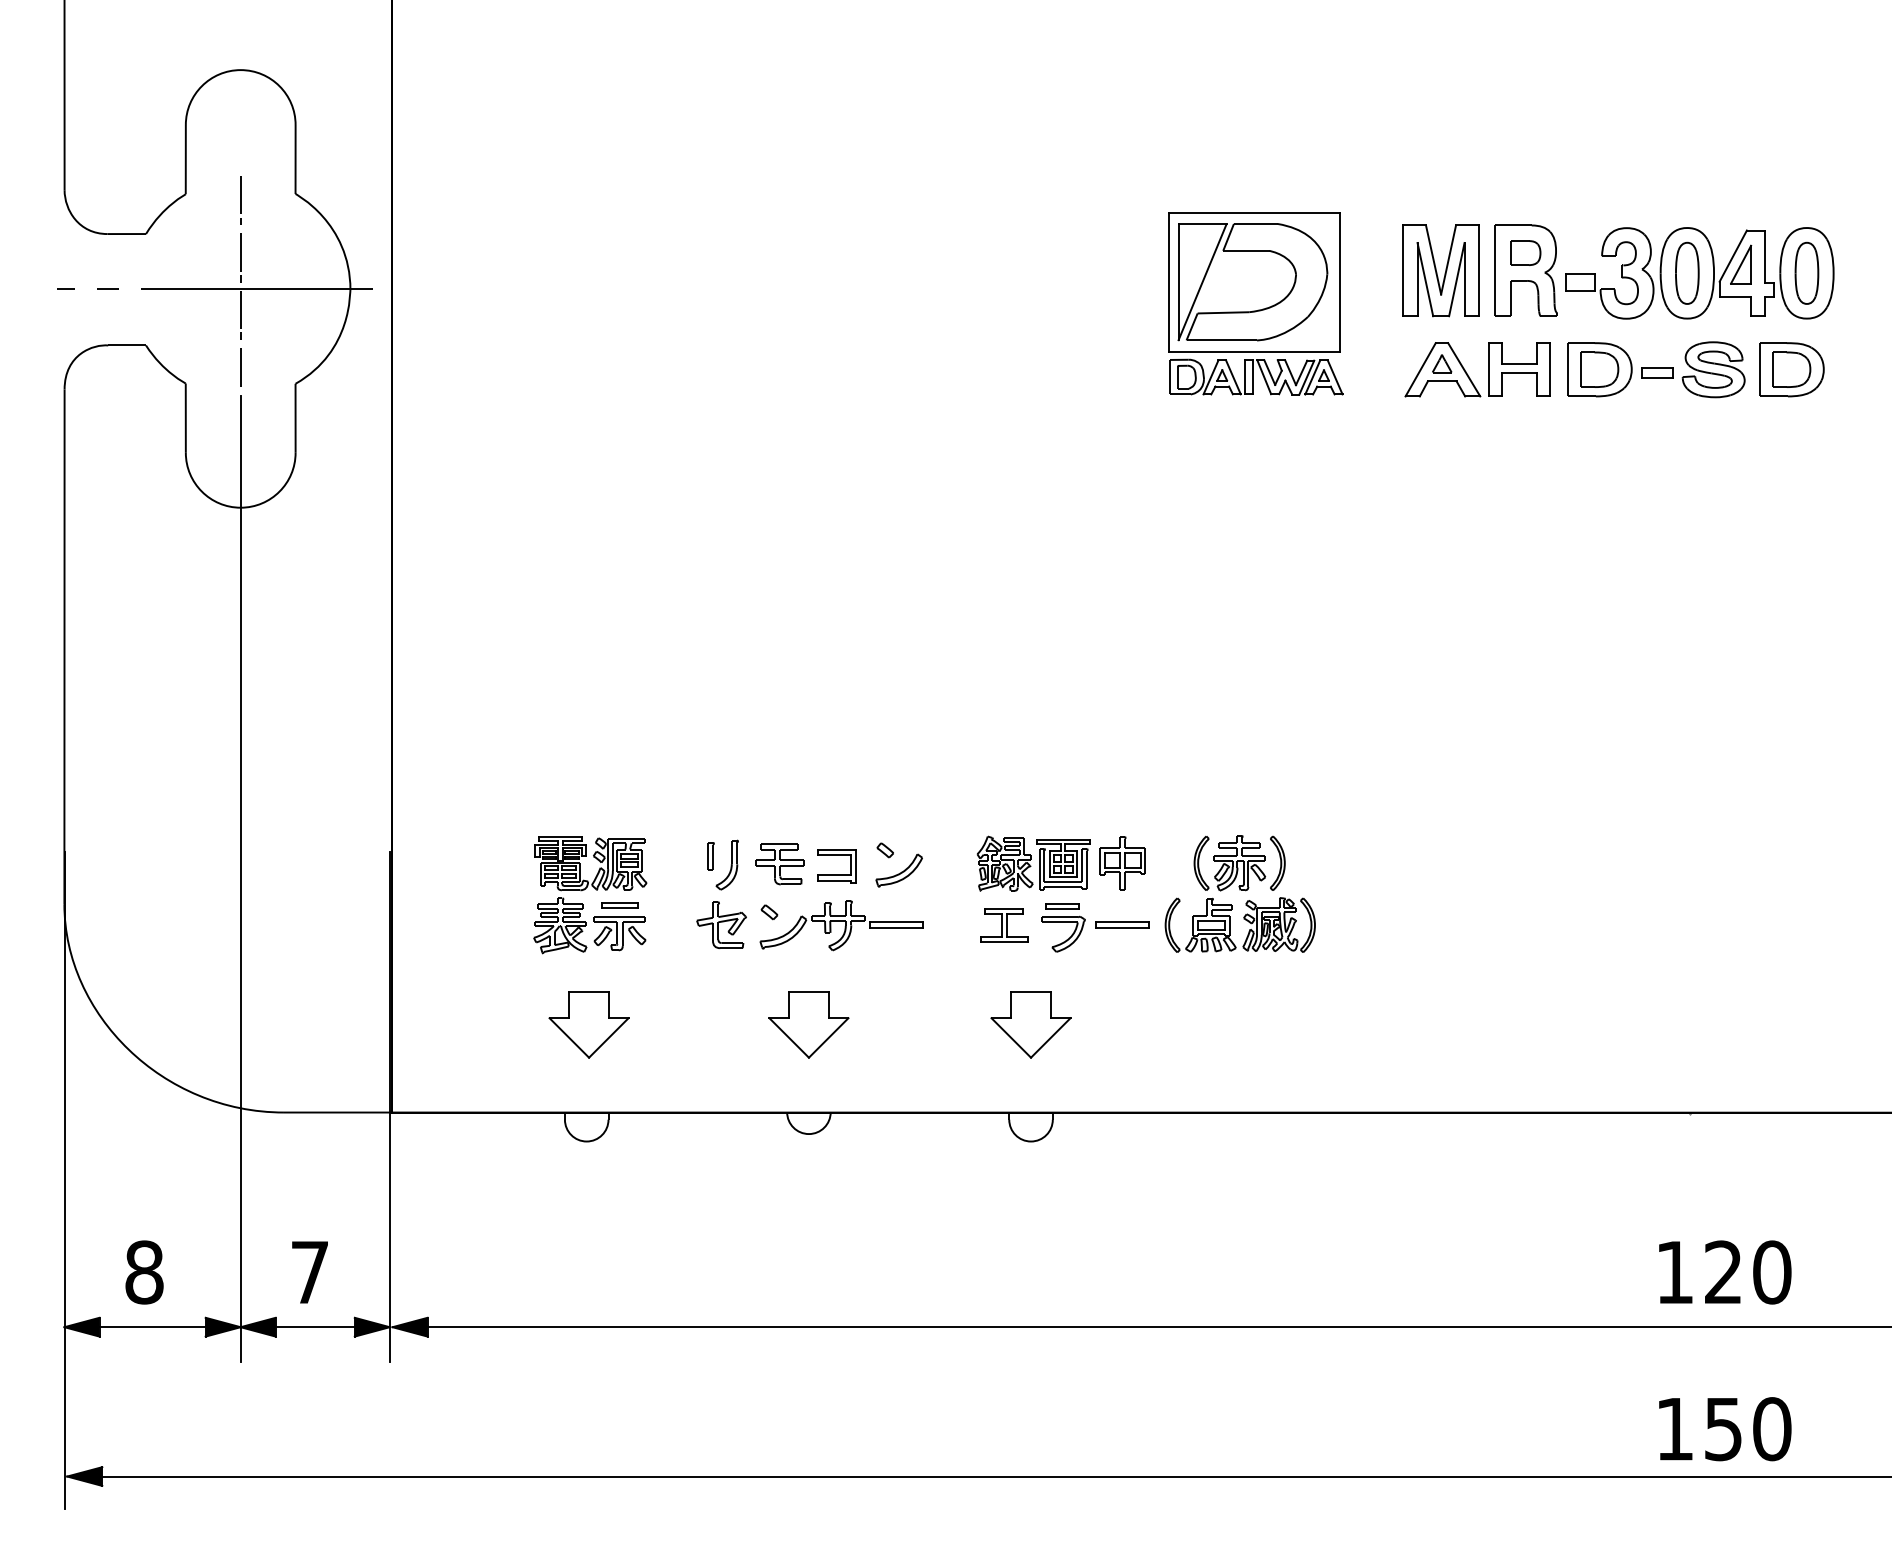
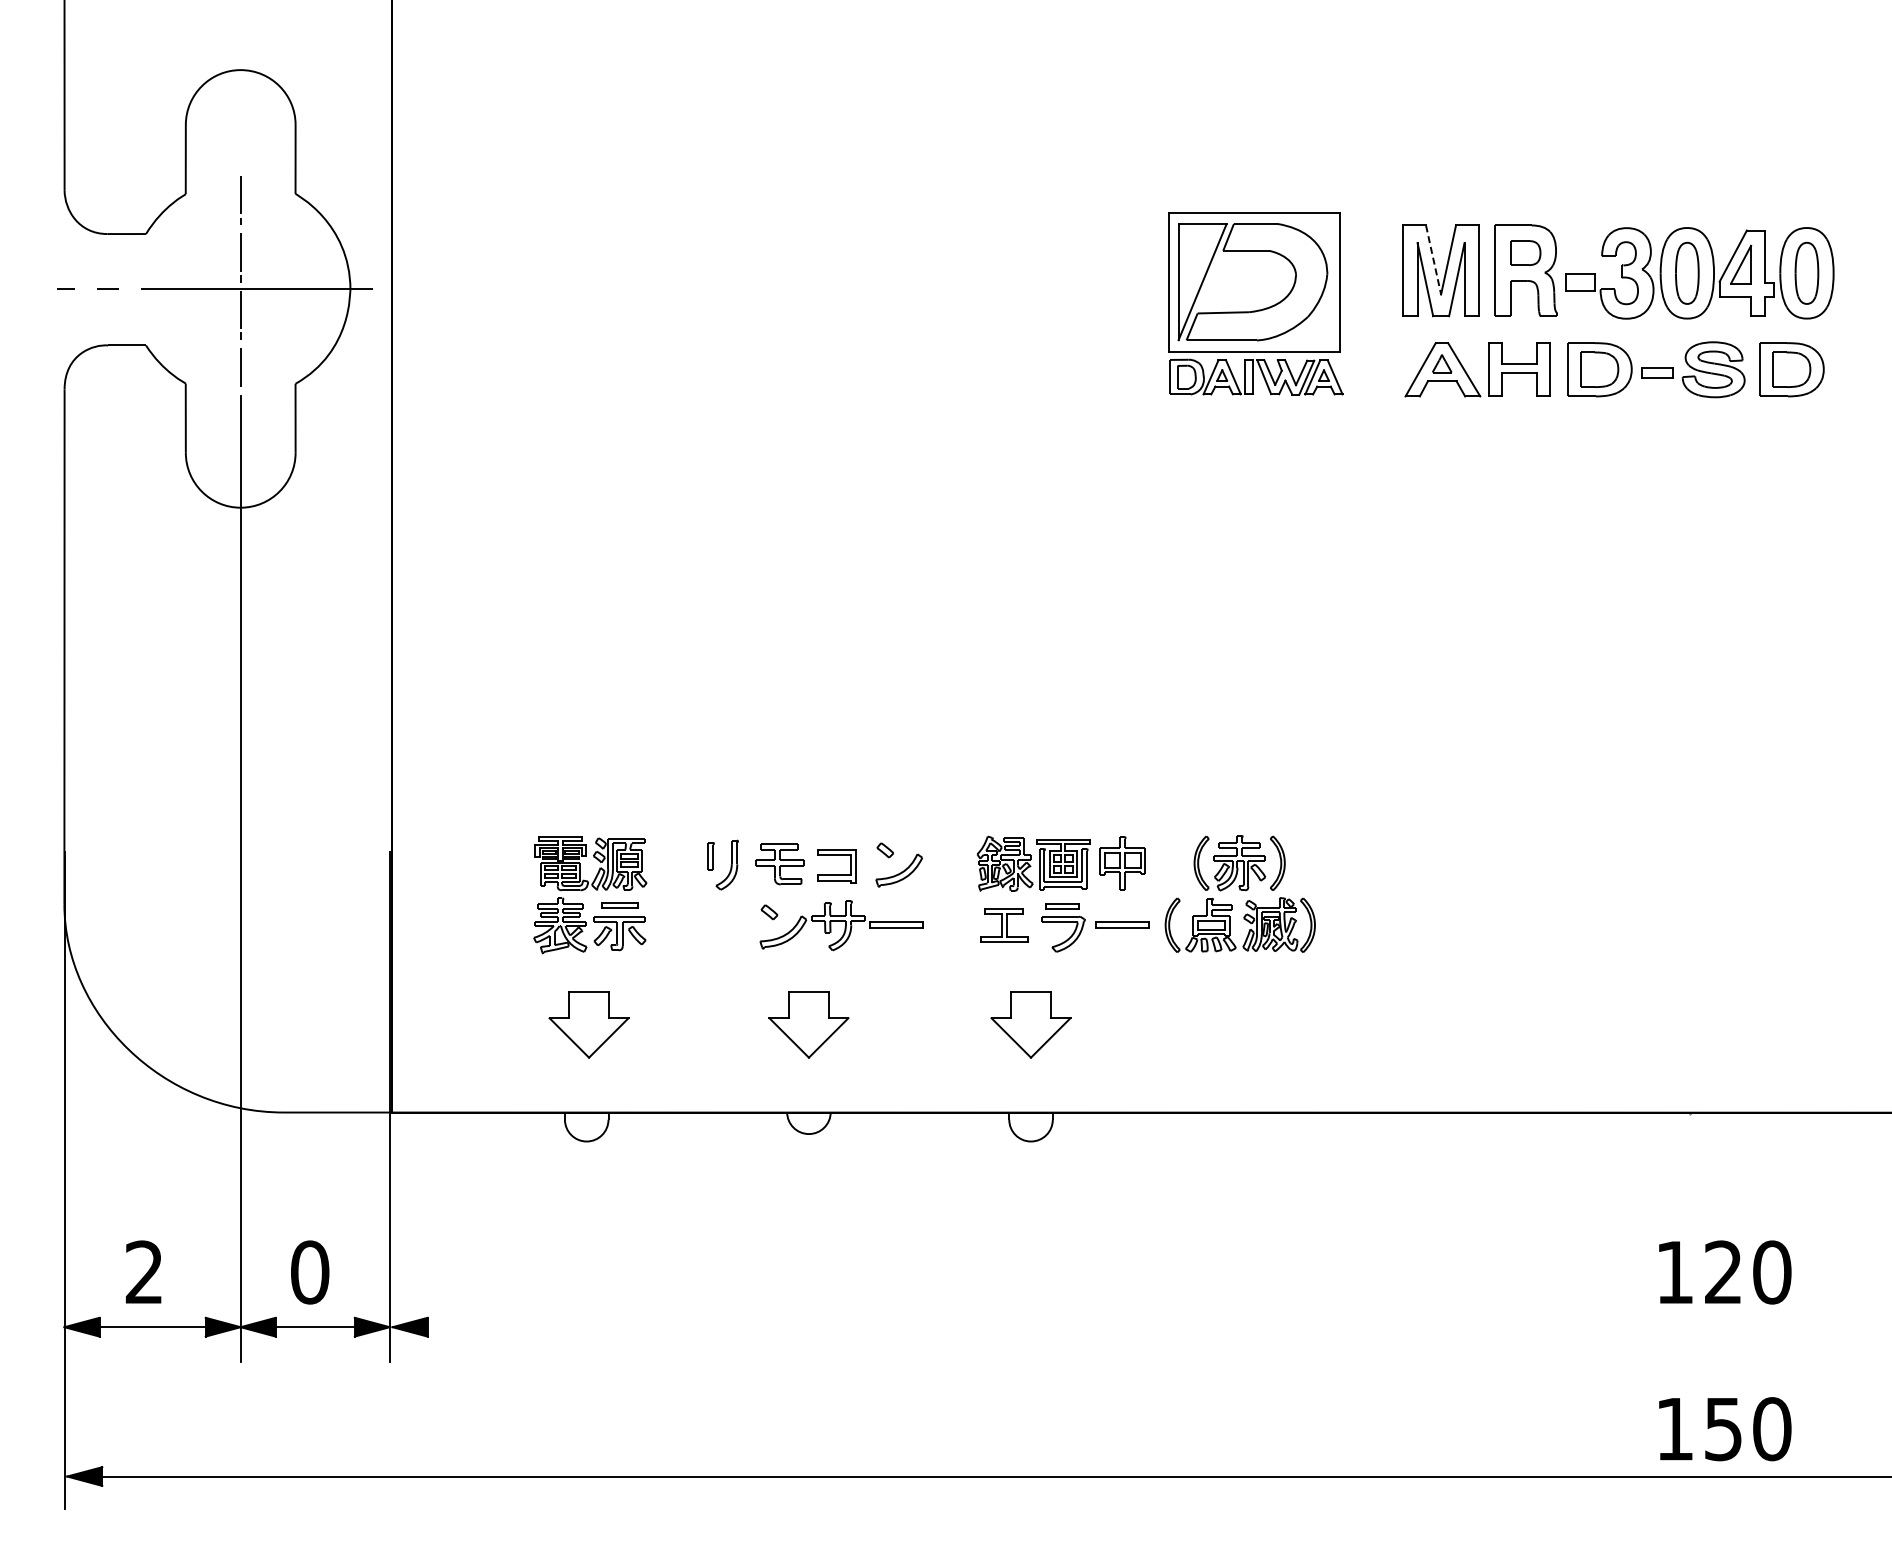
line at (1433, 260): solid -> dashed
part at (721, 924): present -> none
text at (144, 1272): 8 -> 2
text at (310, 1272): 7 -> 0
line at (1154, 1327): present -> none
